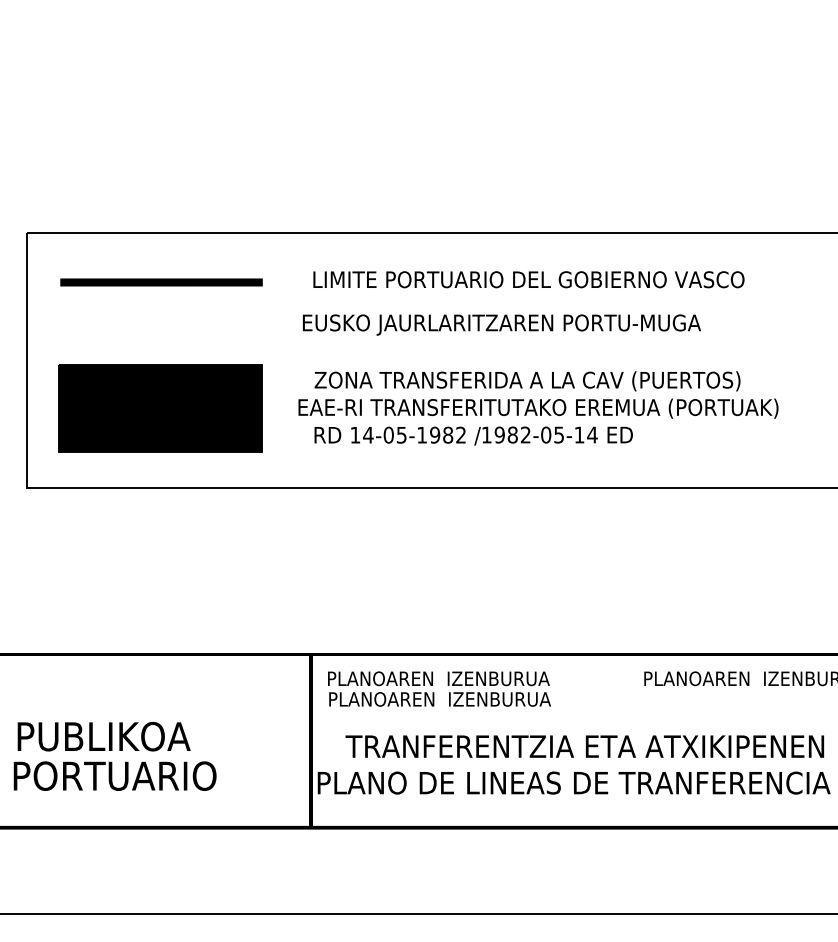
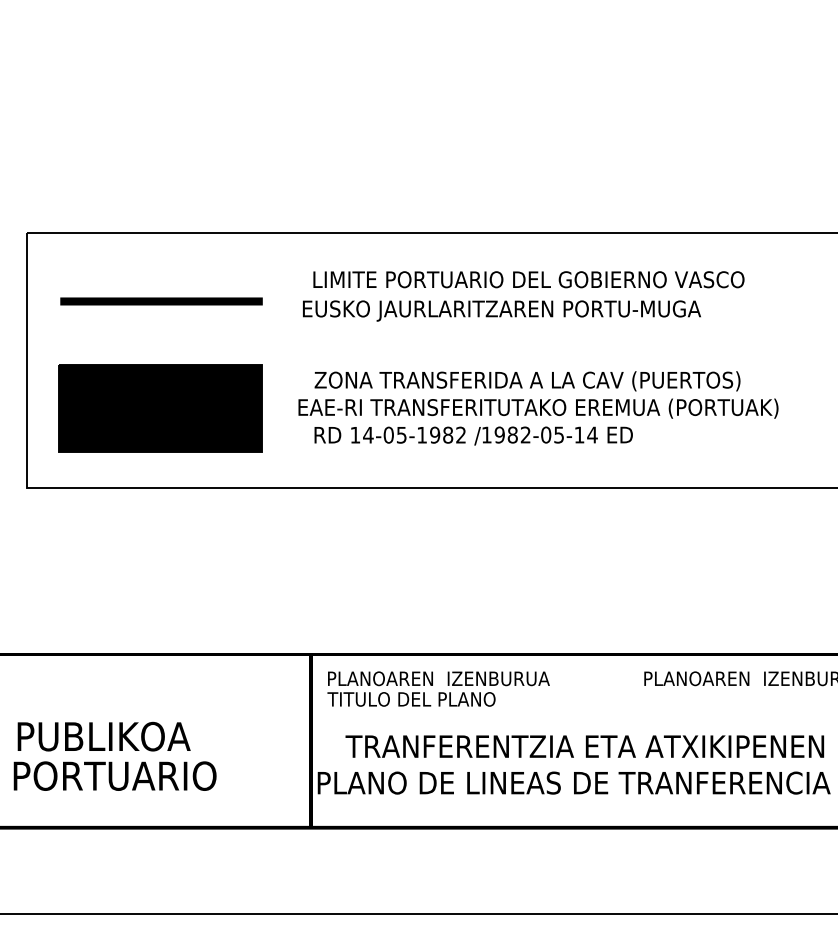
line at (161, 282) position: (161, 282) -> (161, 301)
text at (501, 324) position: (501, 324) -> (501, 310)
text at (439, 699): PLANOAREN  IZENBURUA -> TITULO DEL PLANO
